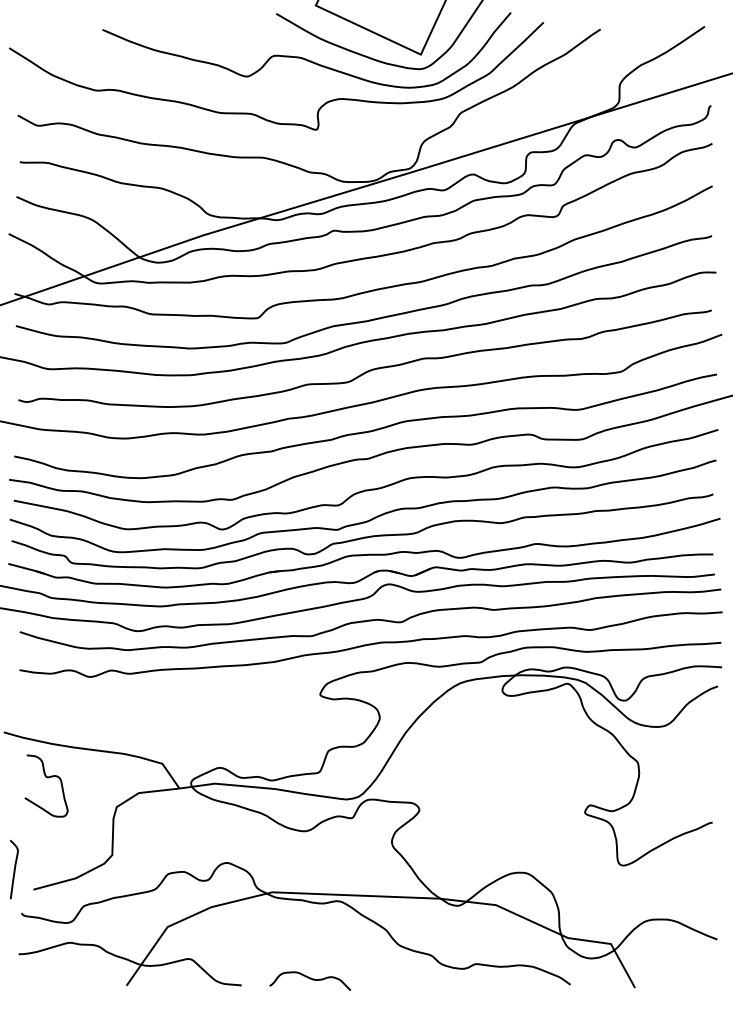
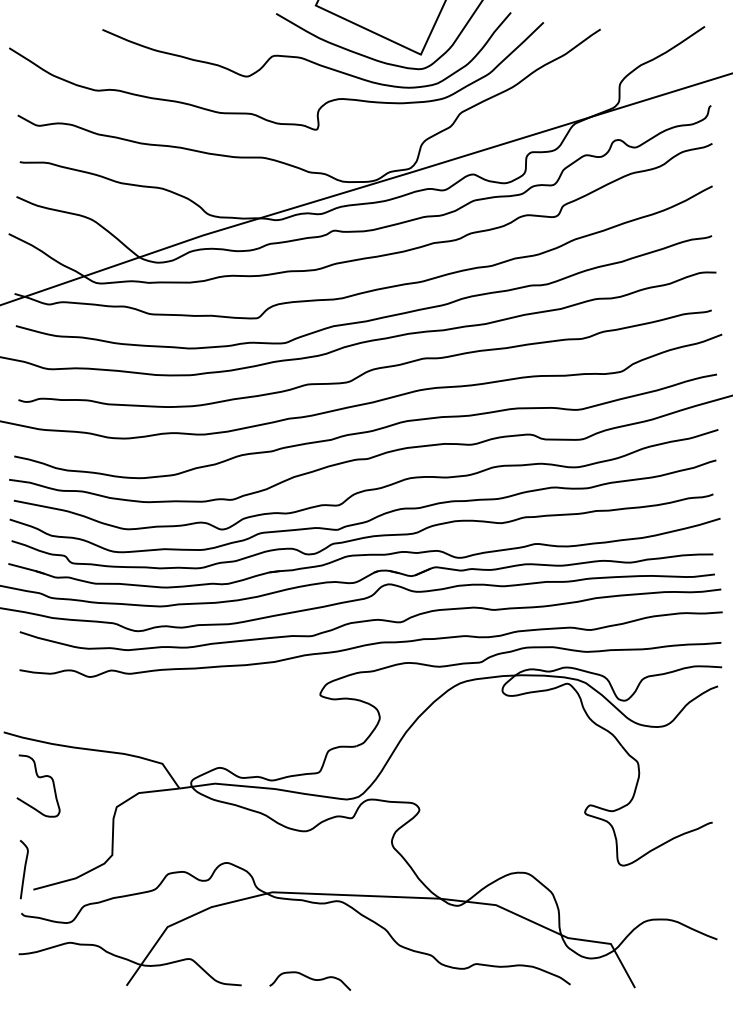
curve at (47, 778) position: (47, 778) -> (39, 778)
curve at (13, 869) position: (13, 869) -> (23, 869)
